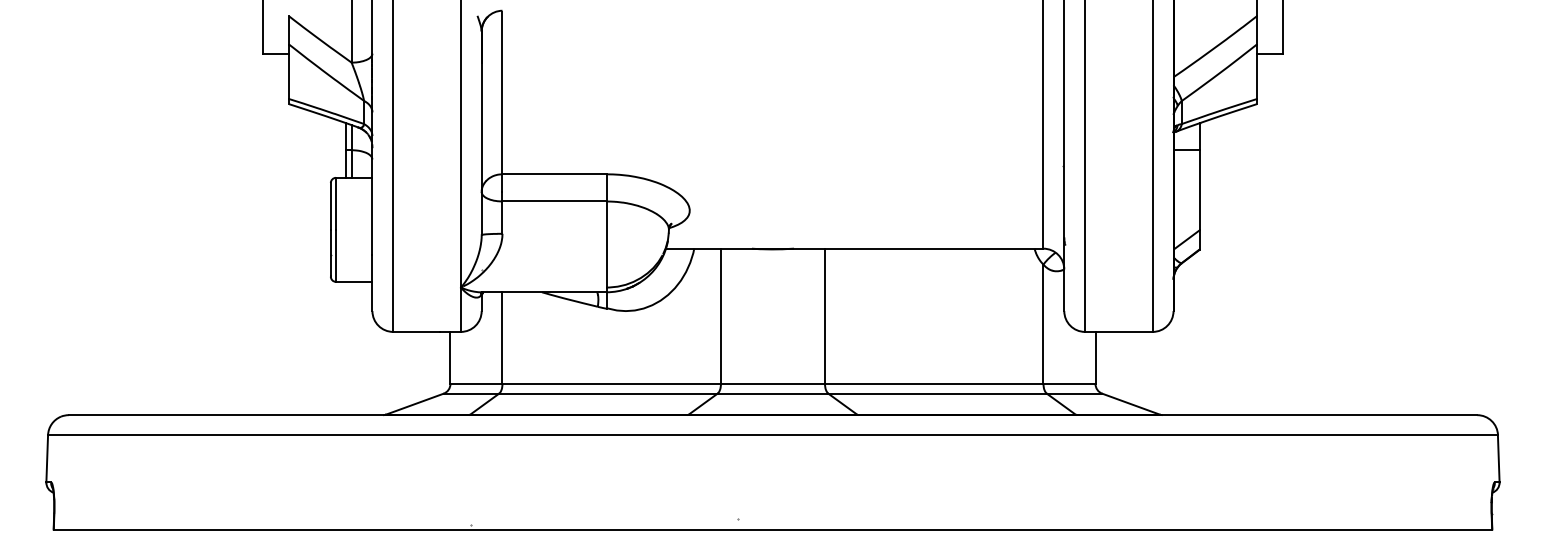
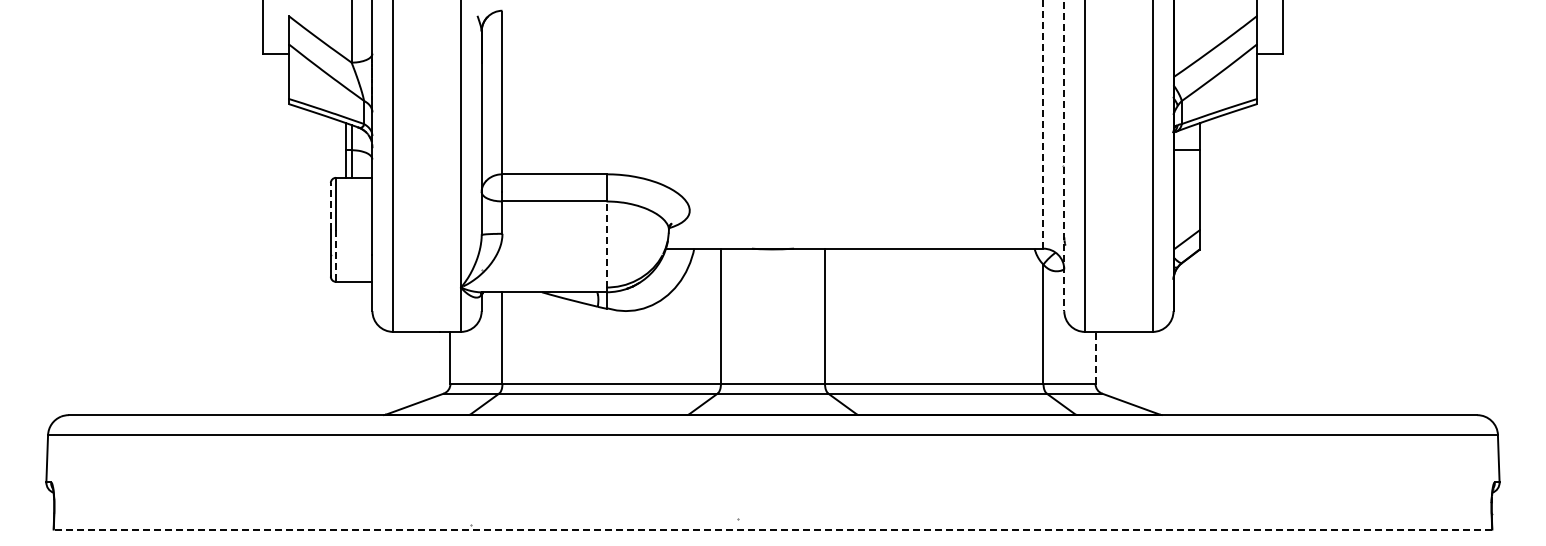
line at (1043, 123): solid -> dashed
line at (1064, 156): solid -> dashed
line at (330, 205): solid -> dashed
line at (606, 244): solid -> dashed
line at (336, 256): solid -> dashed
line at (1095, 357): solid -> dashed
line at (772, 529): solid -> dashed
